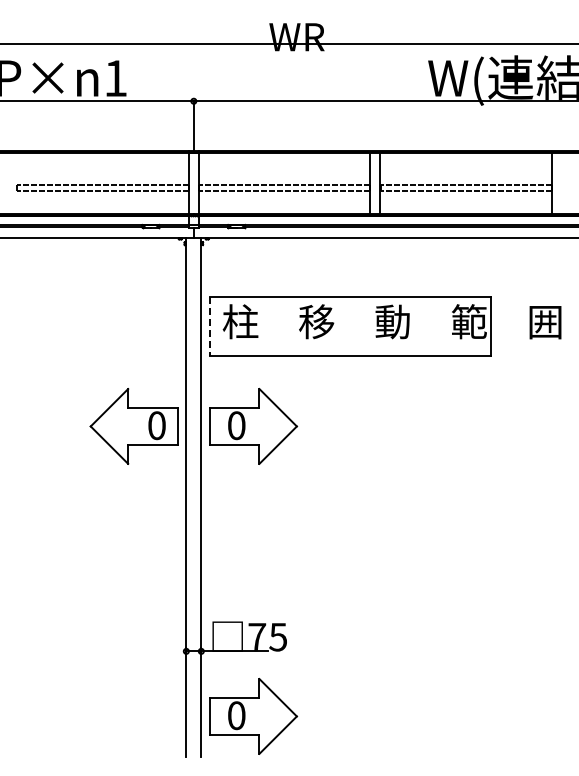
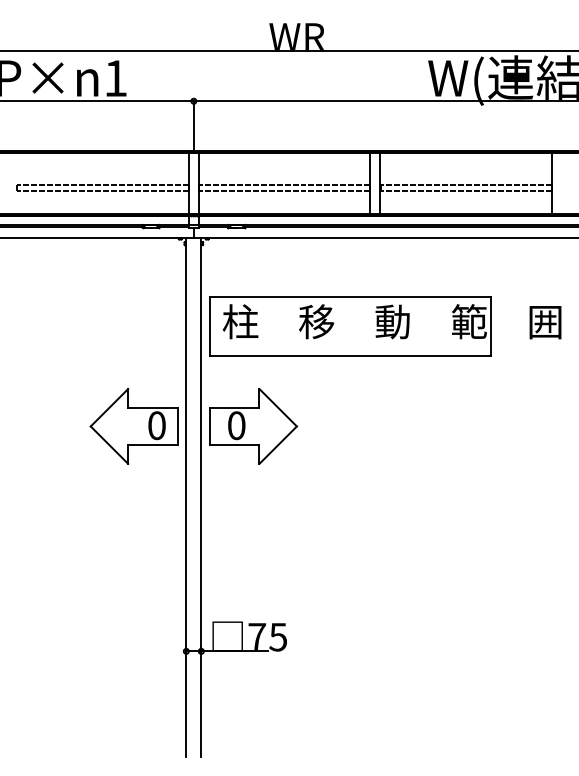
line at (288, 44) position: (288, 44) -> (288, 51)
line at (209, 327): dashed -> solid
part at (253, 716): present -> none
